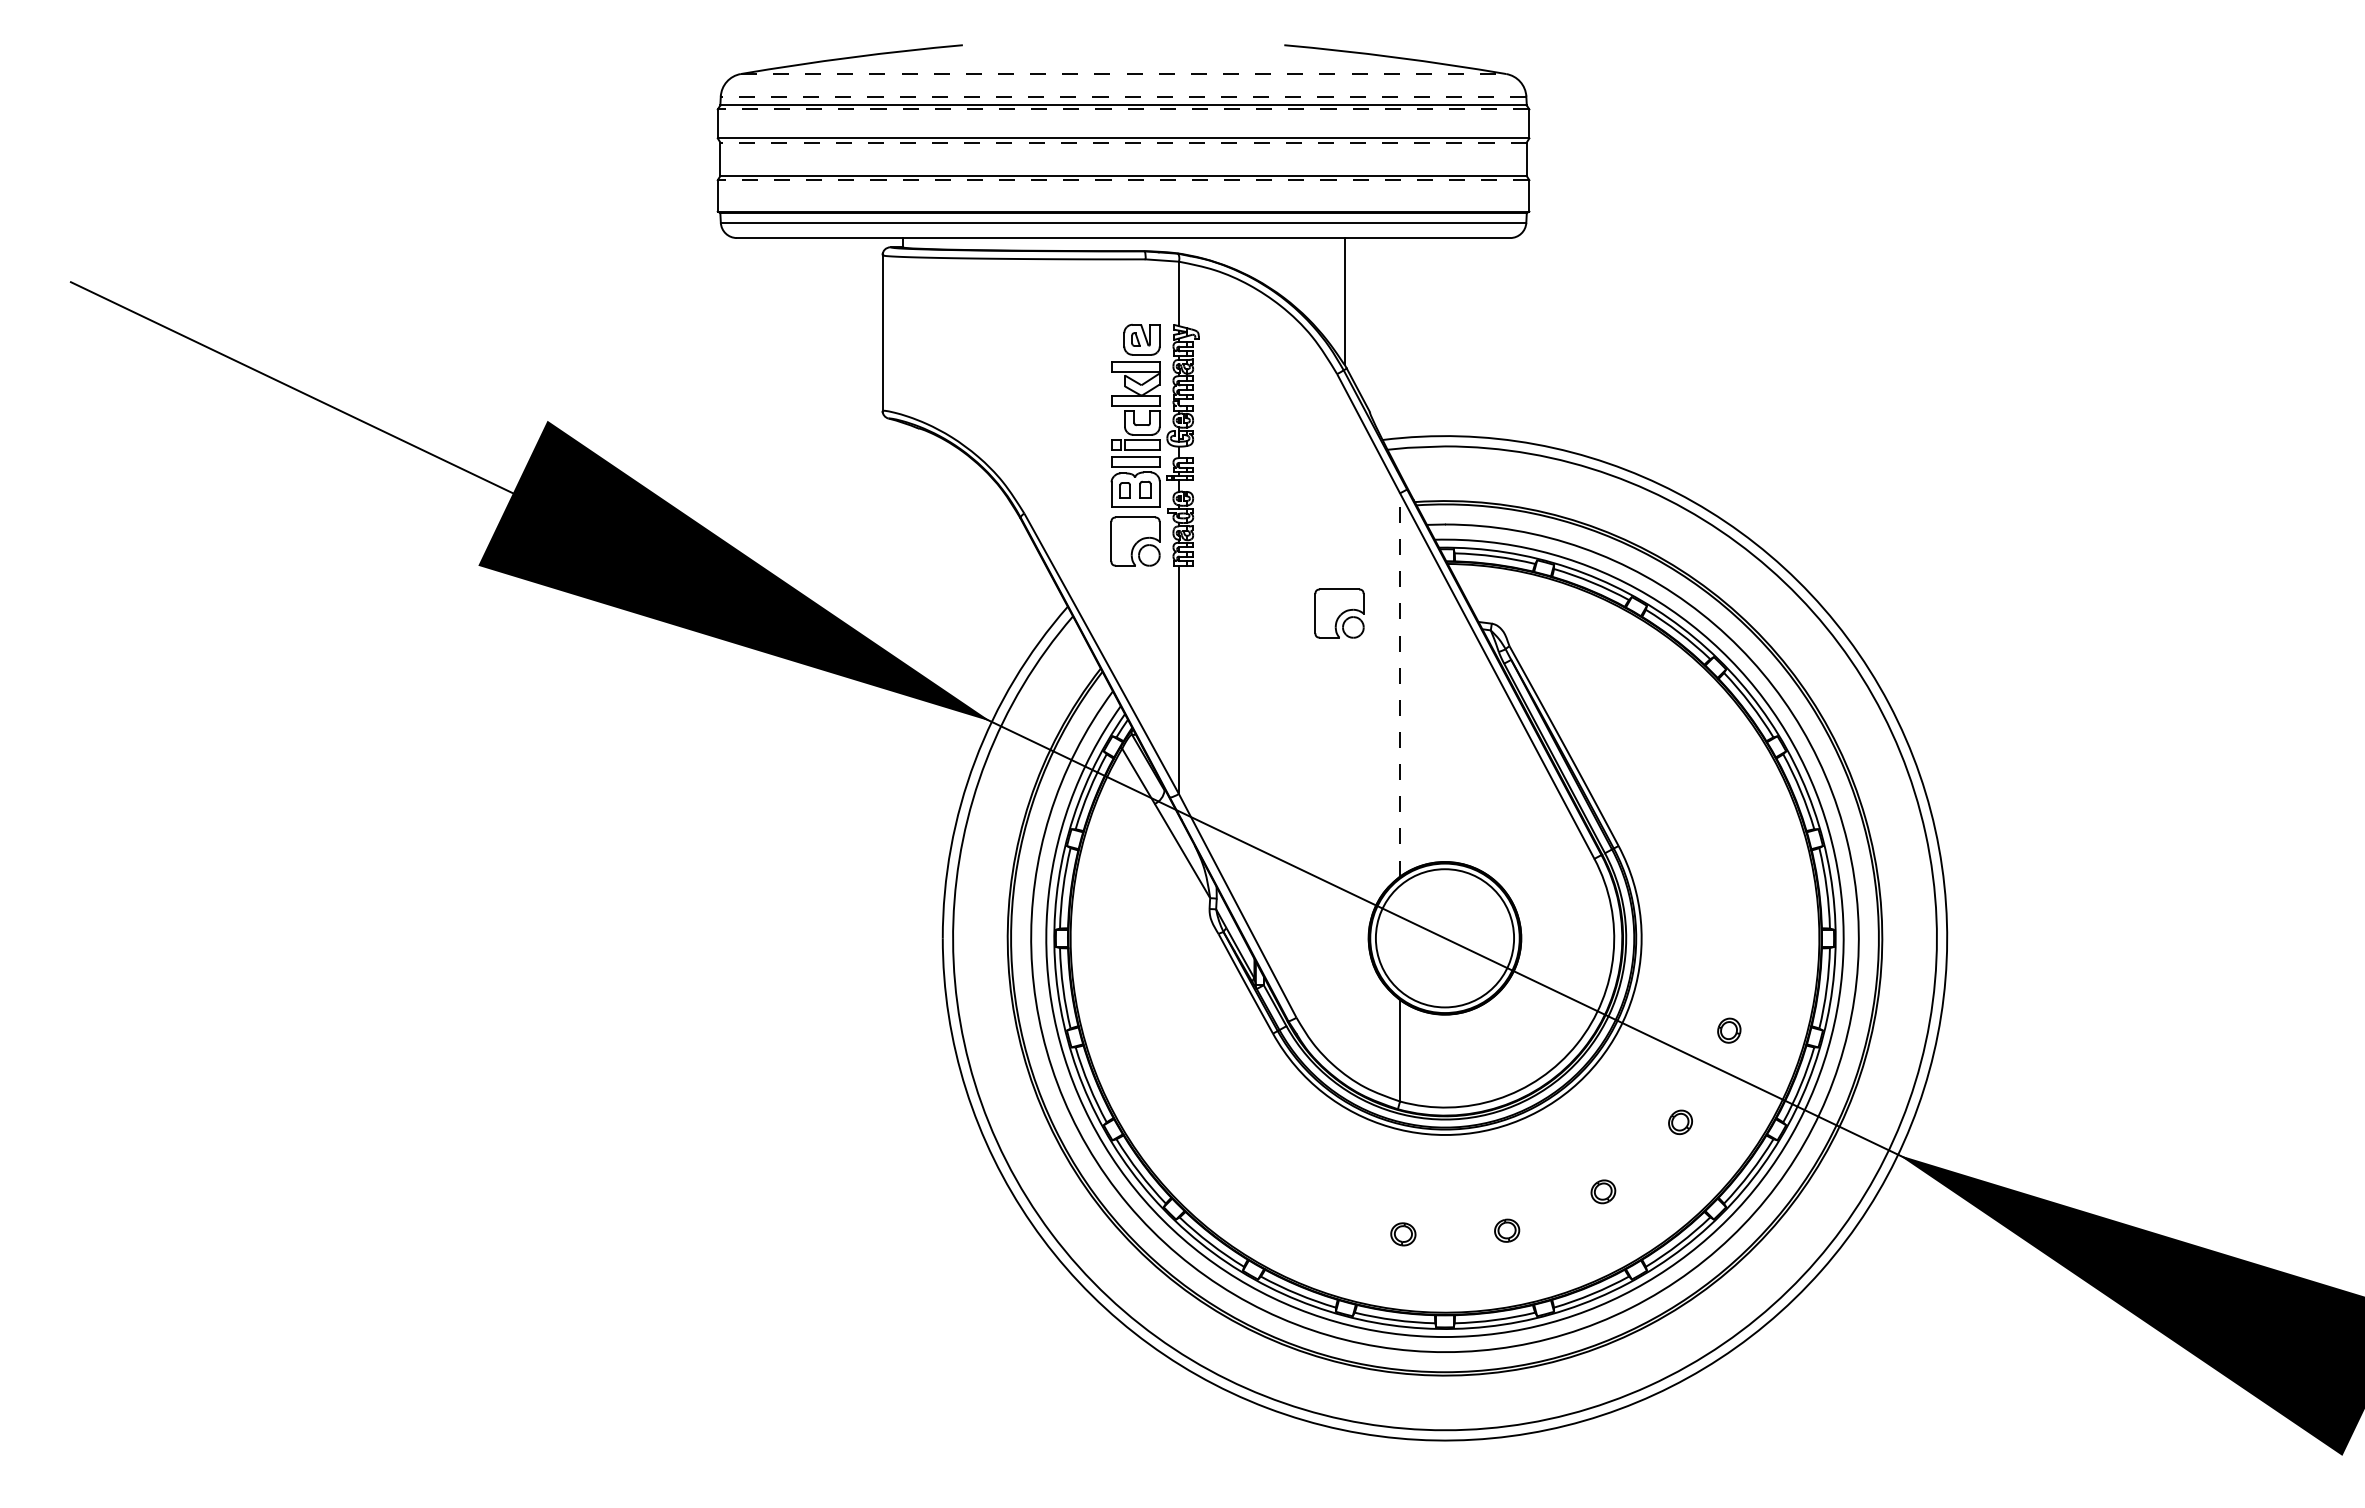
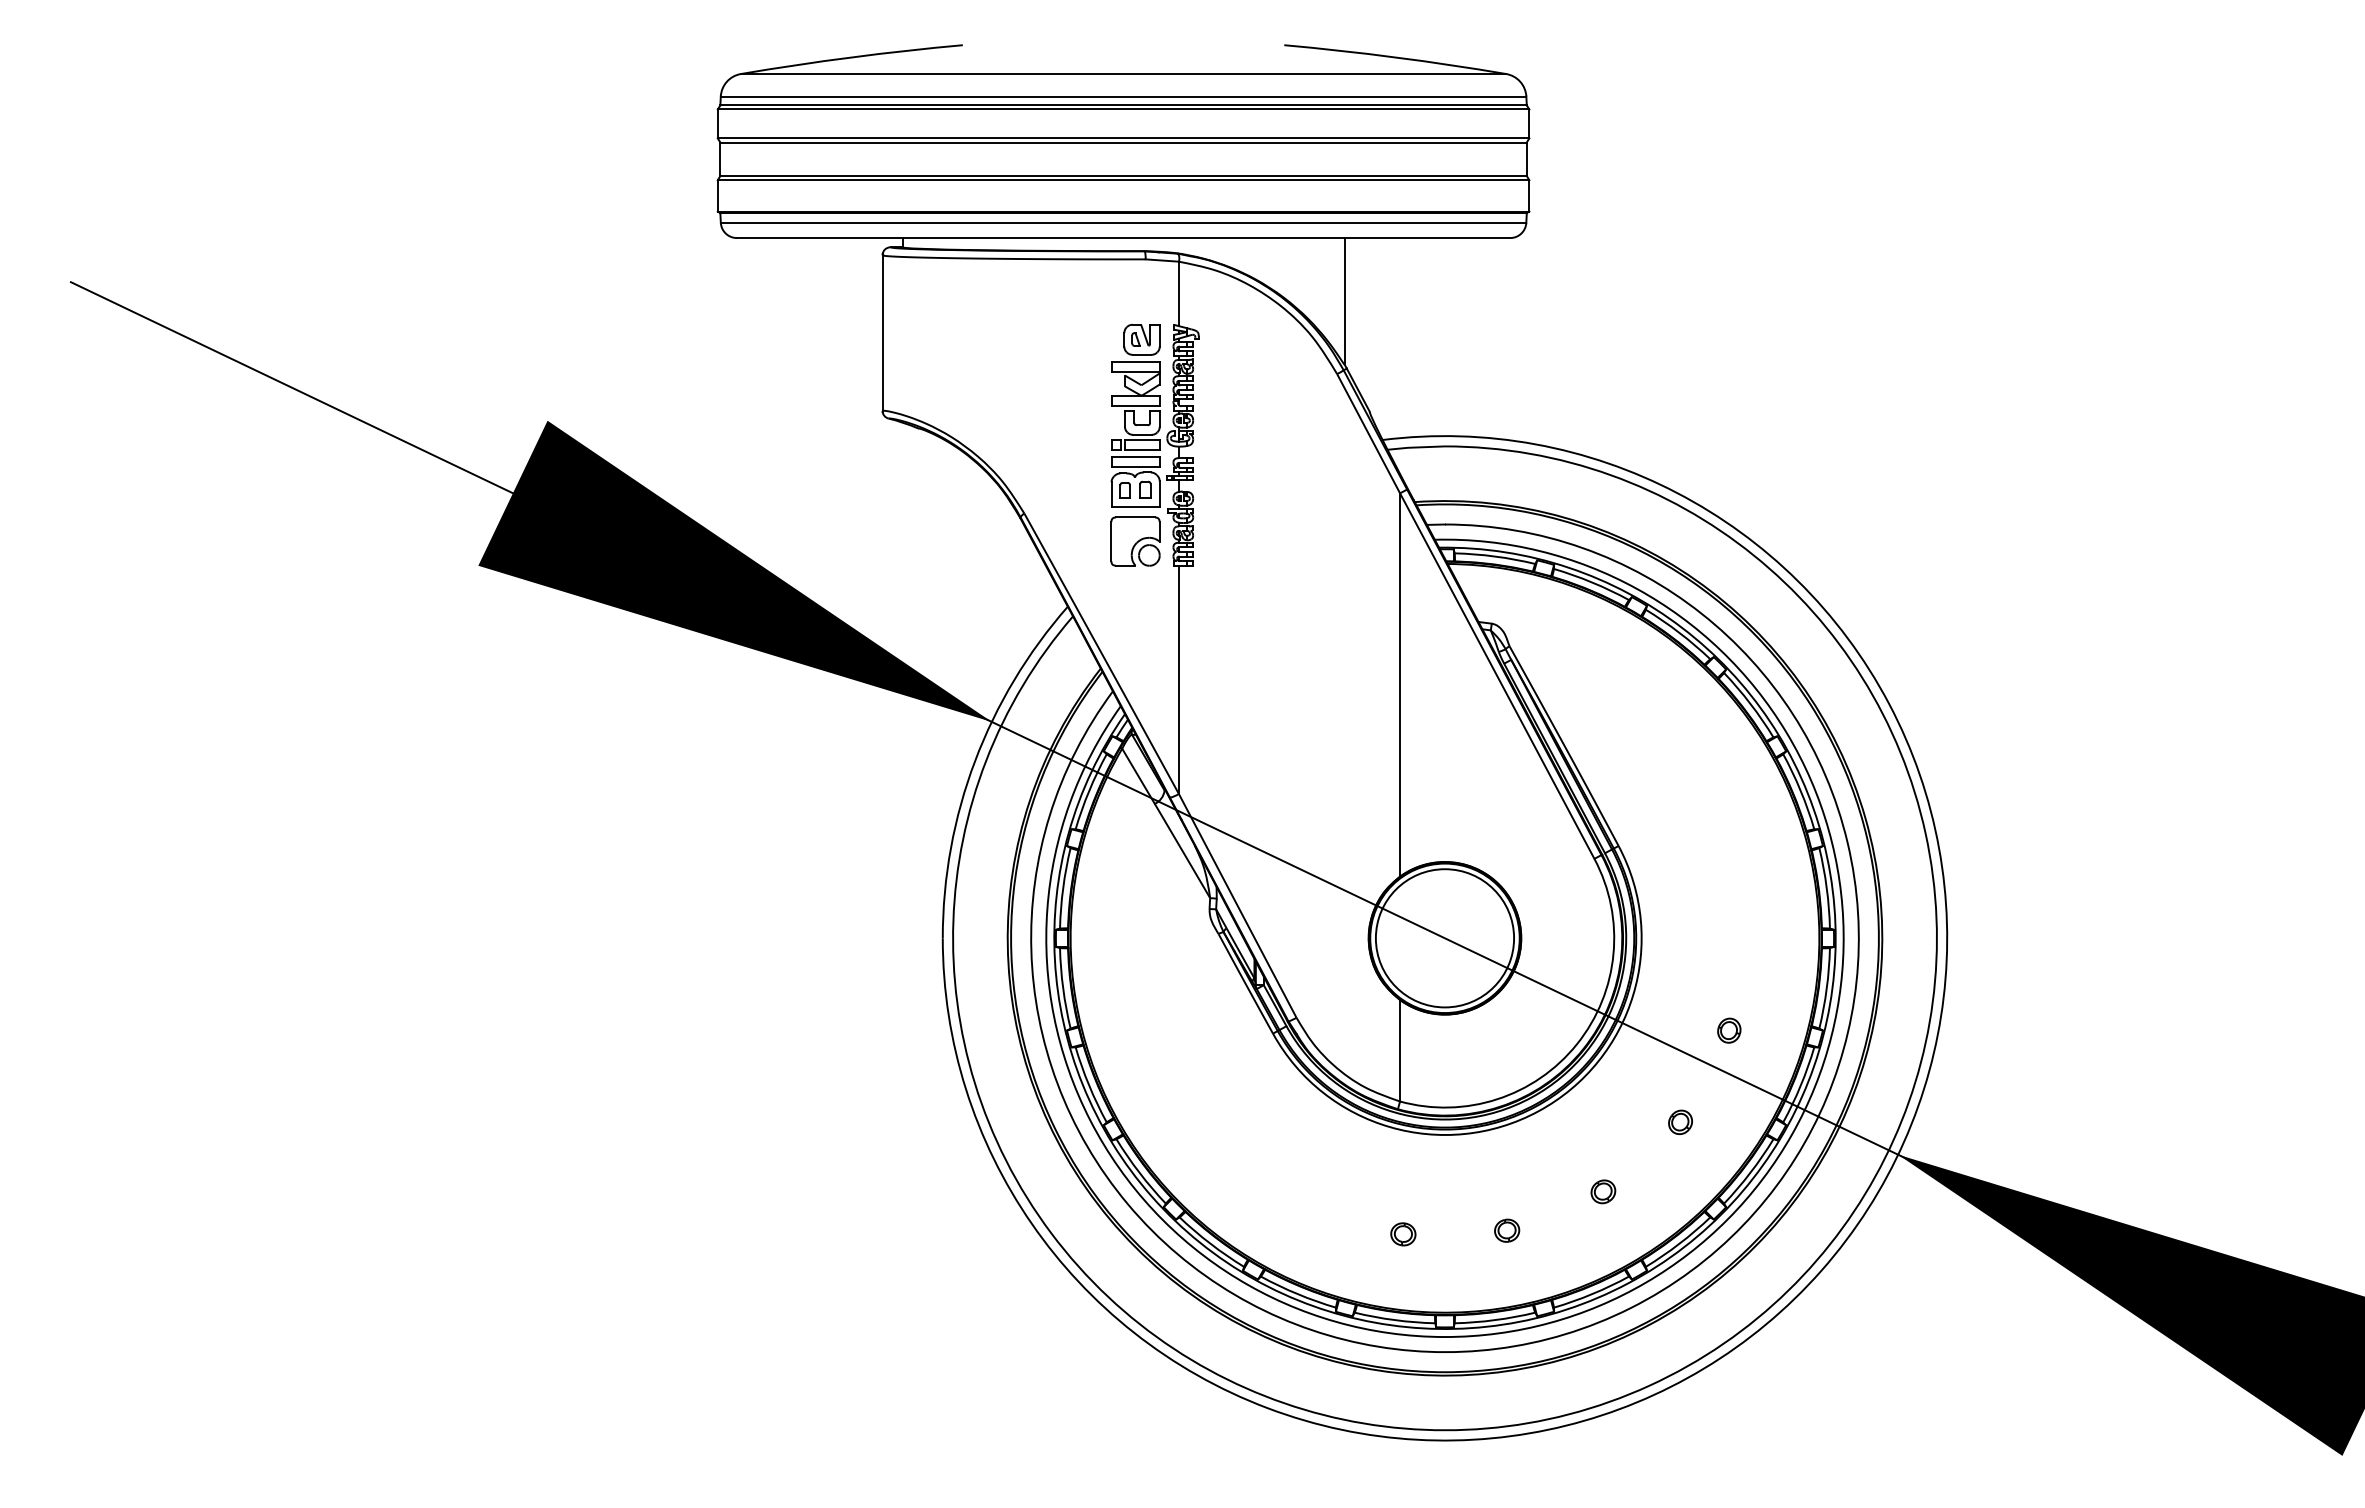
line at (1123, 74): dashed -> solid
line at (1123, 96): dashed -> solid
line at (1123, 109): dashed -> solid
line at (1123, 142): dashed -> solid
line at (1123, 180): dashed -> solid
part at (1339, 613): present -> none
line at (1400, 684): dashed -> solid
